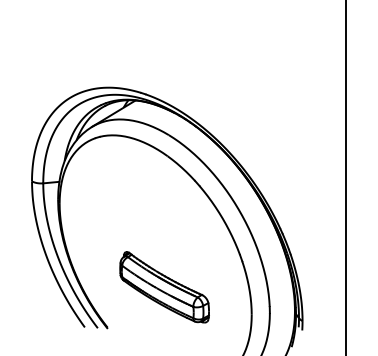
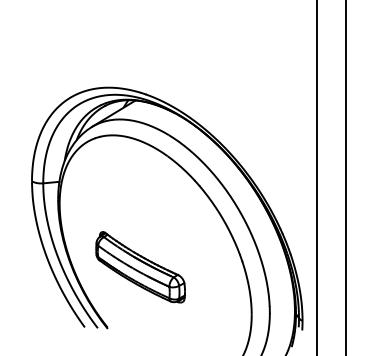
line at (317, 177): none -> present
part at (164, 287) position: (164, 287) -> (140, 267)
